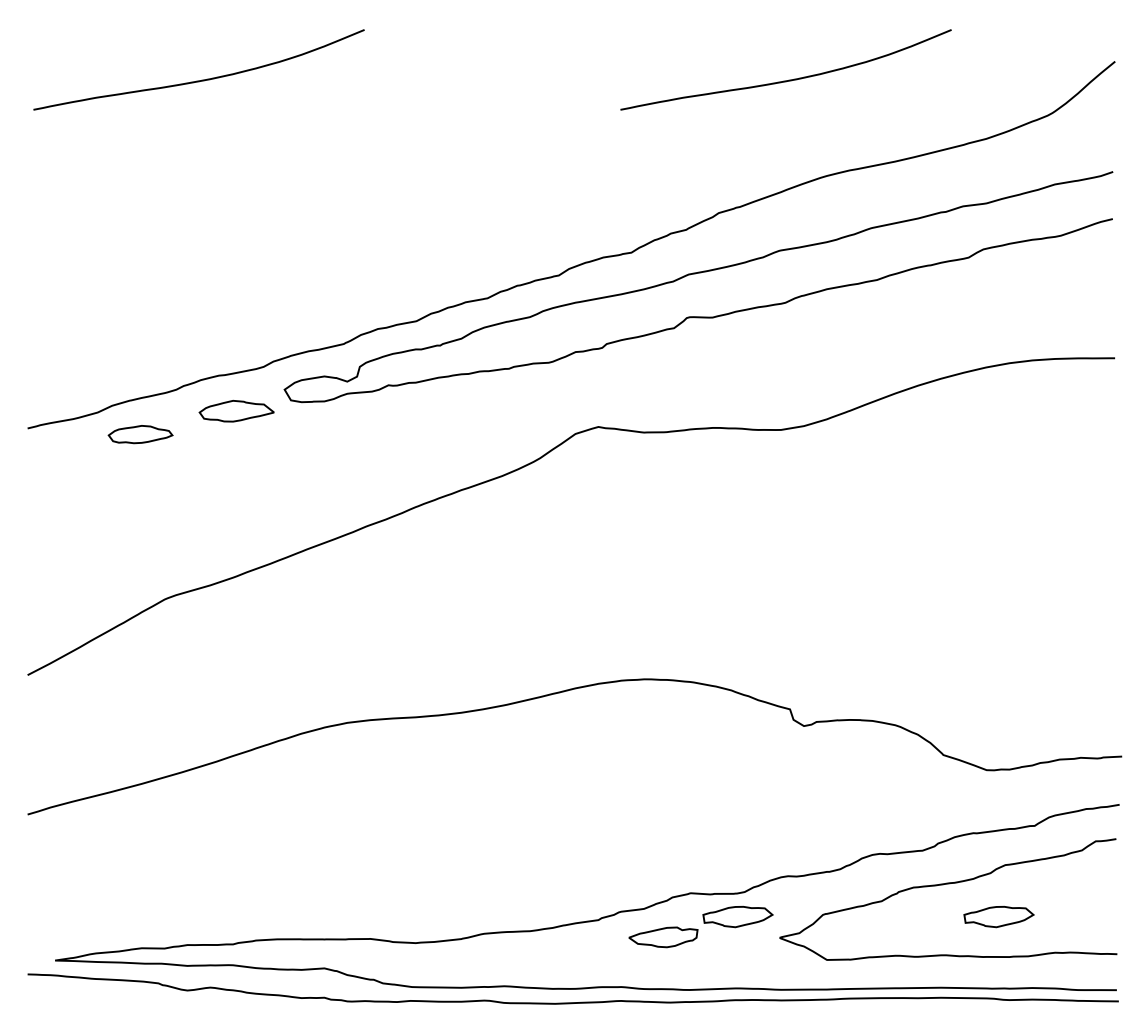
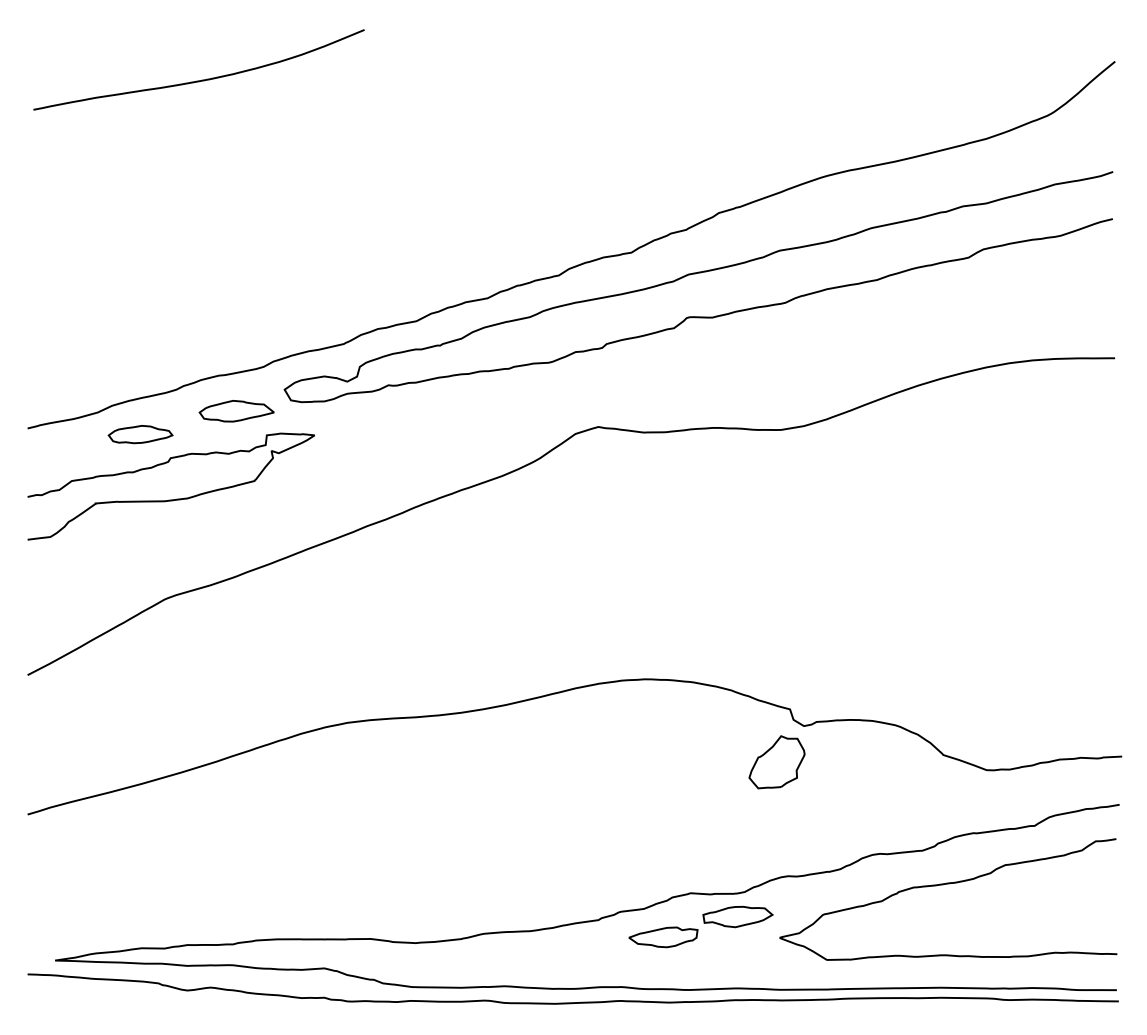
curve at (788, 79): present -> none
curve at (170, 499): none -> present
part at (776, 762): none -> present
part at (998, 917): present -> none
